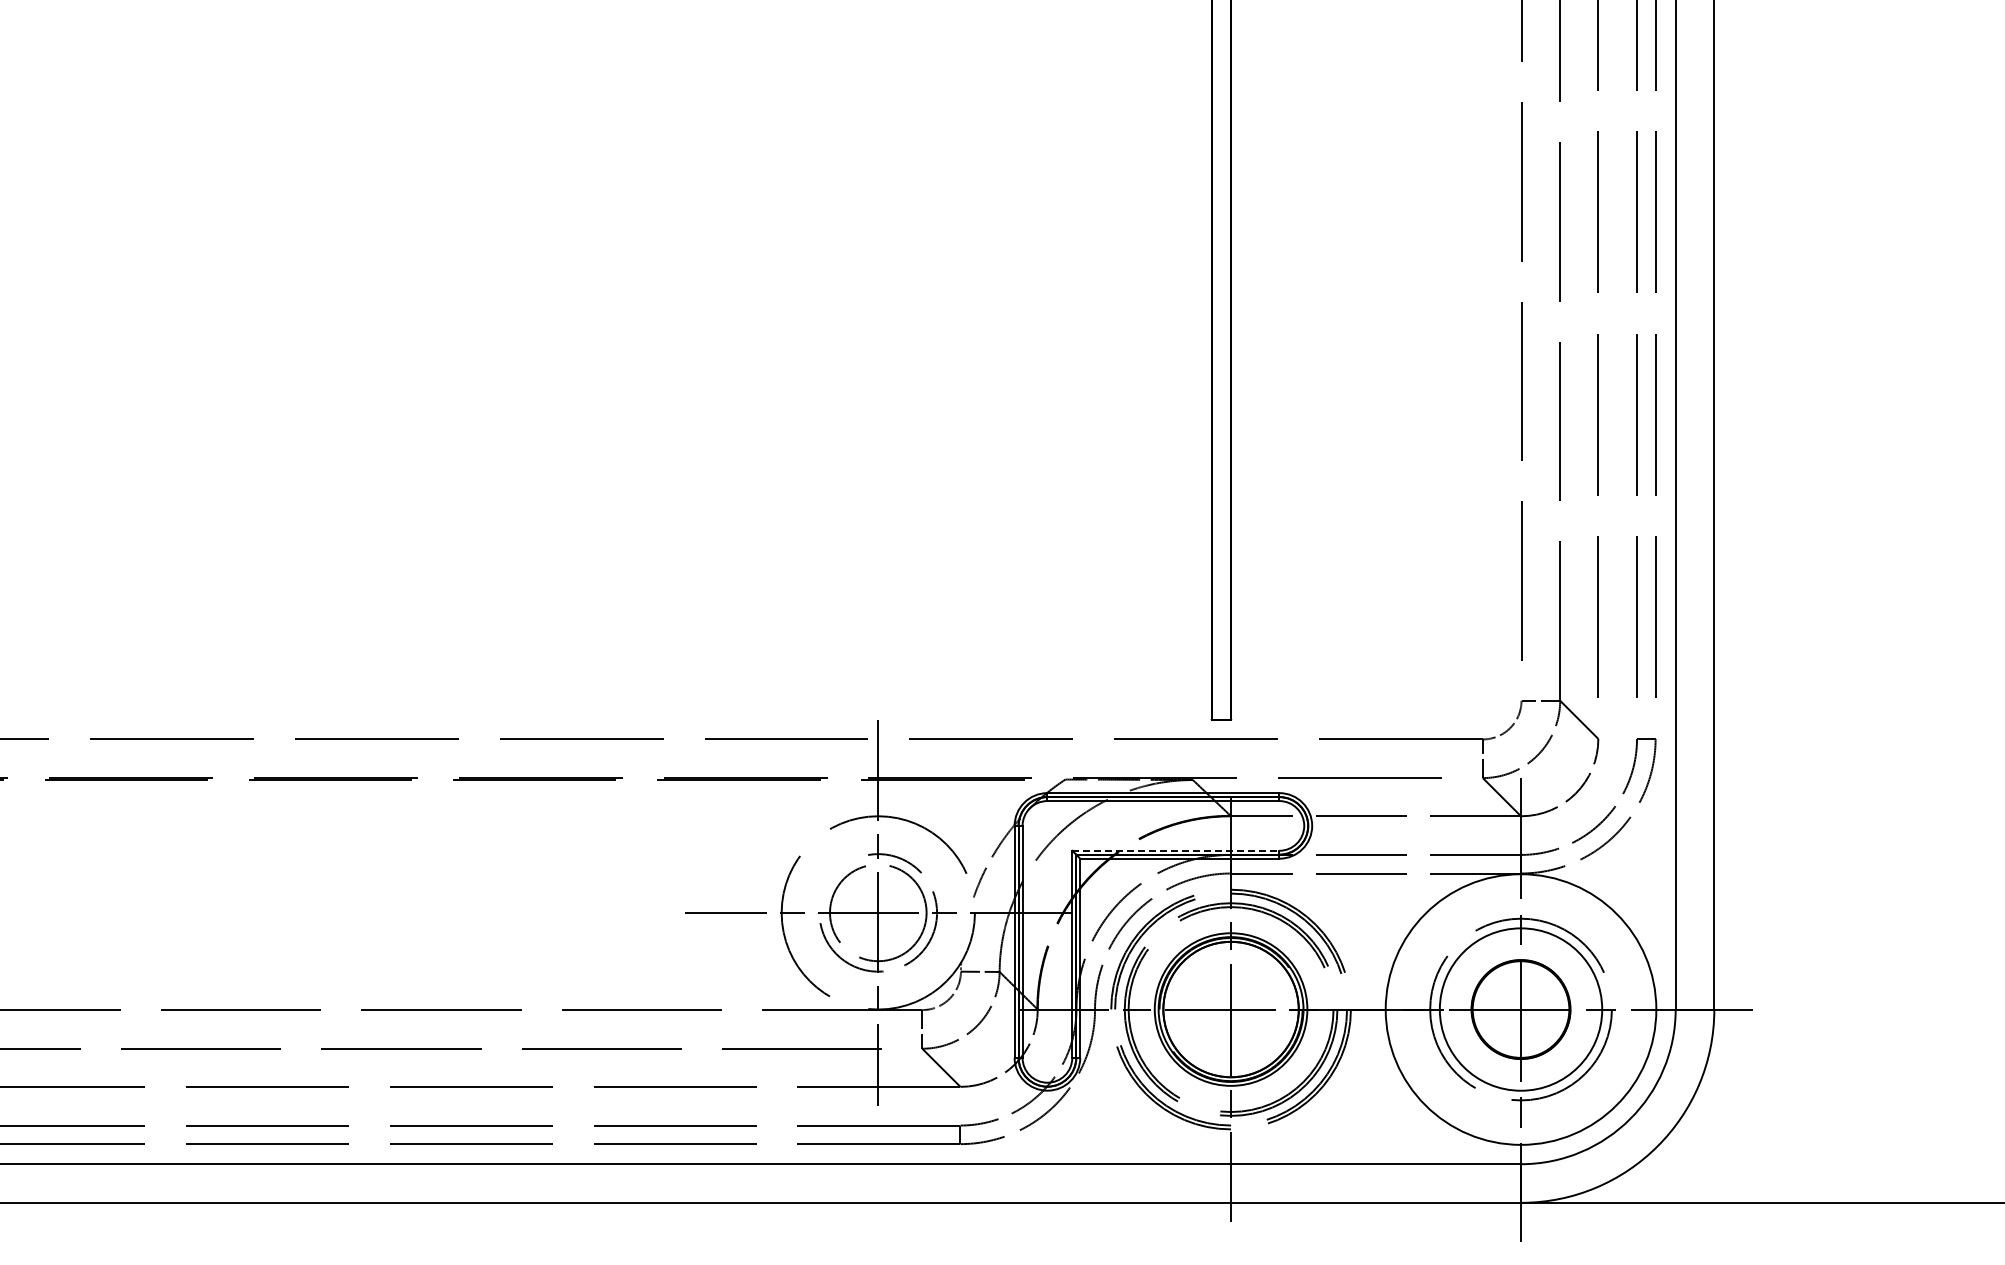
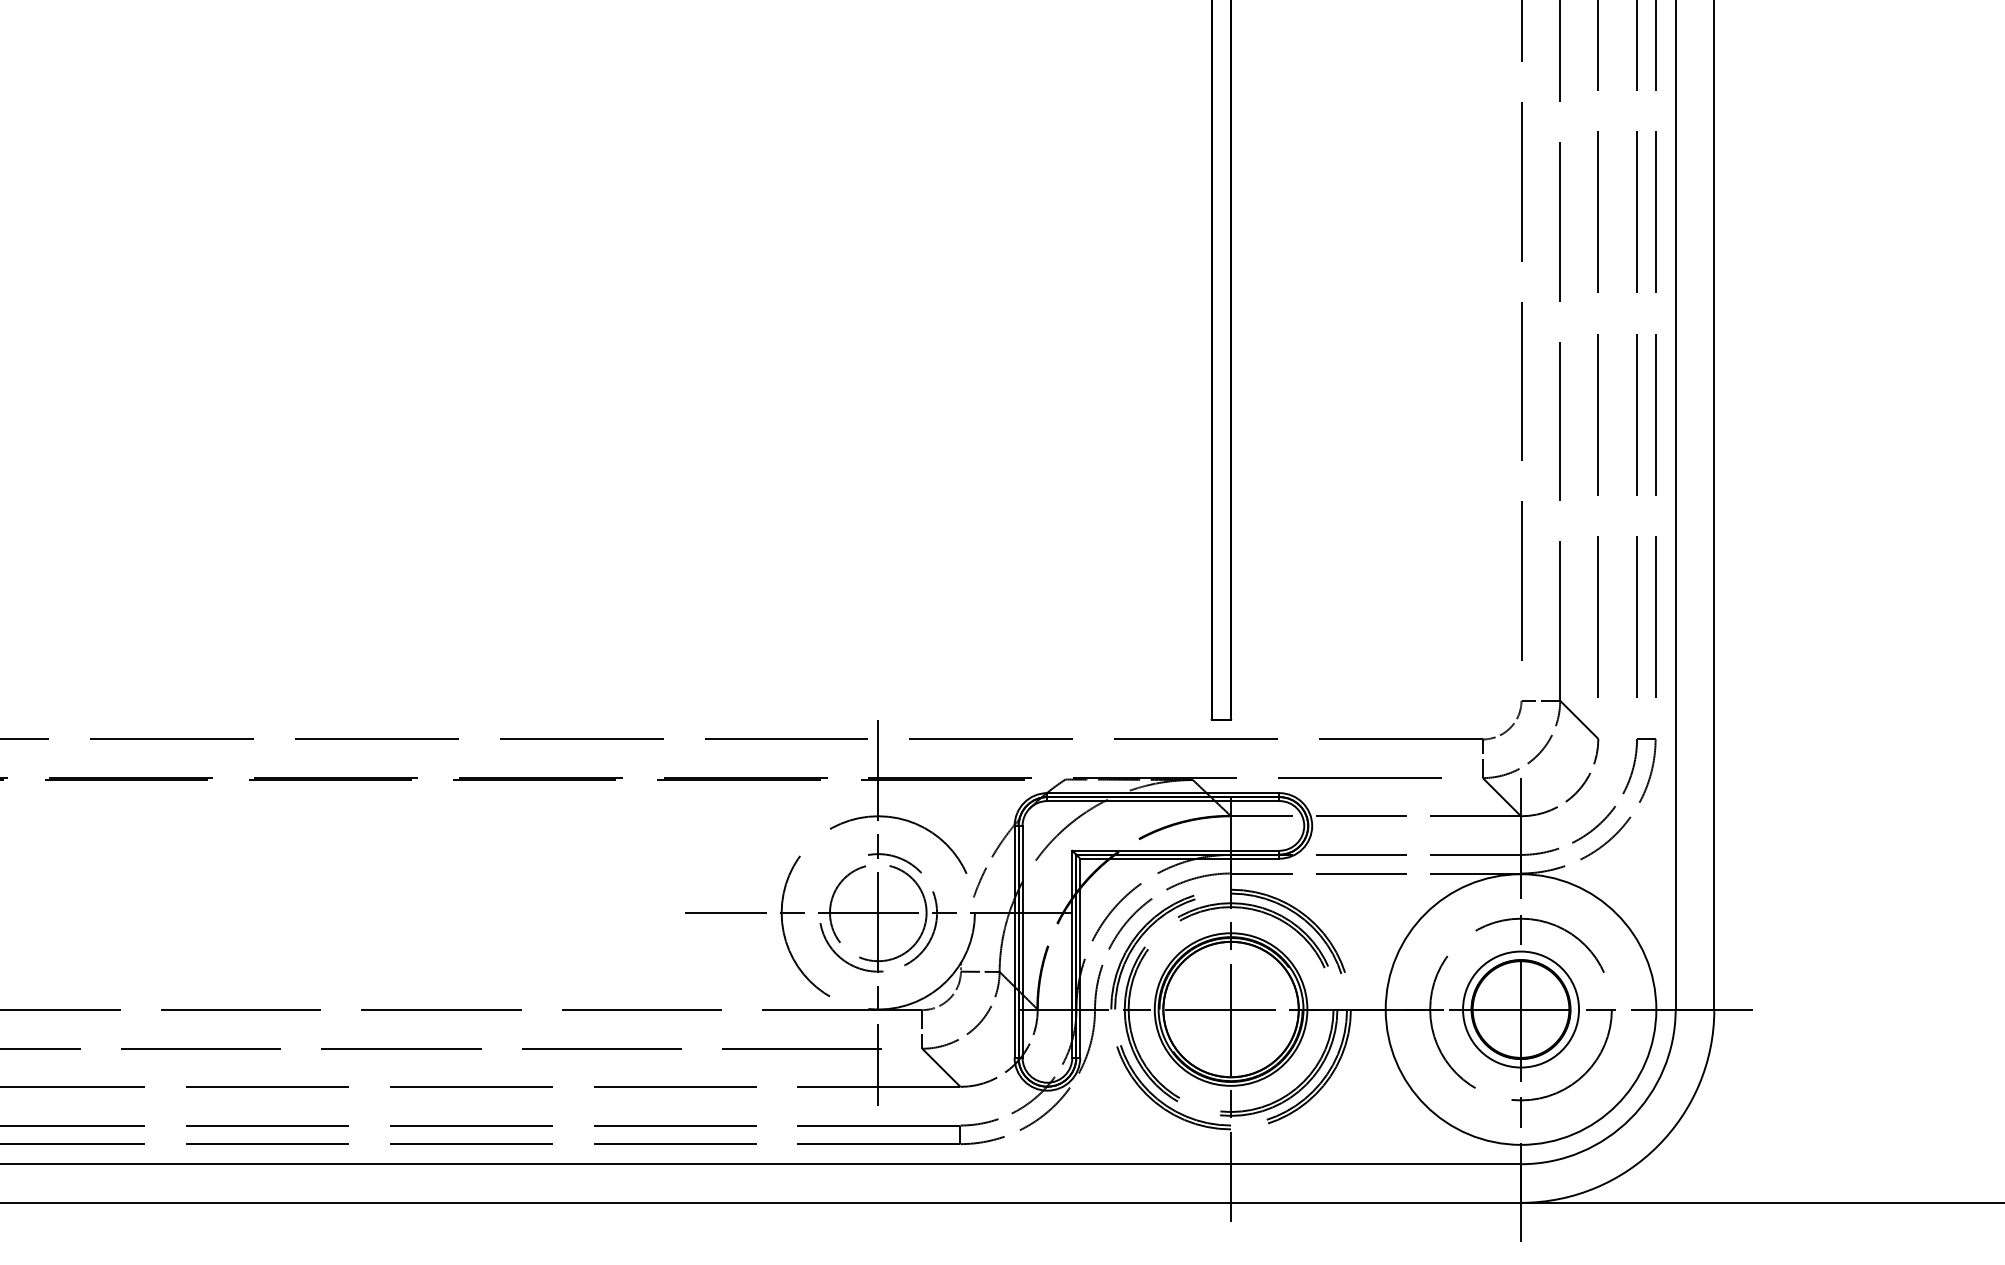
line at (1175, 850): dashed -> solid
circle at (1520, 1009) diameter: 162 px -> 116 px
